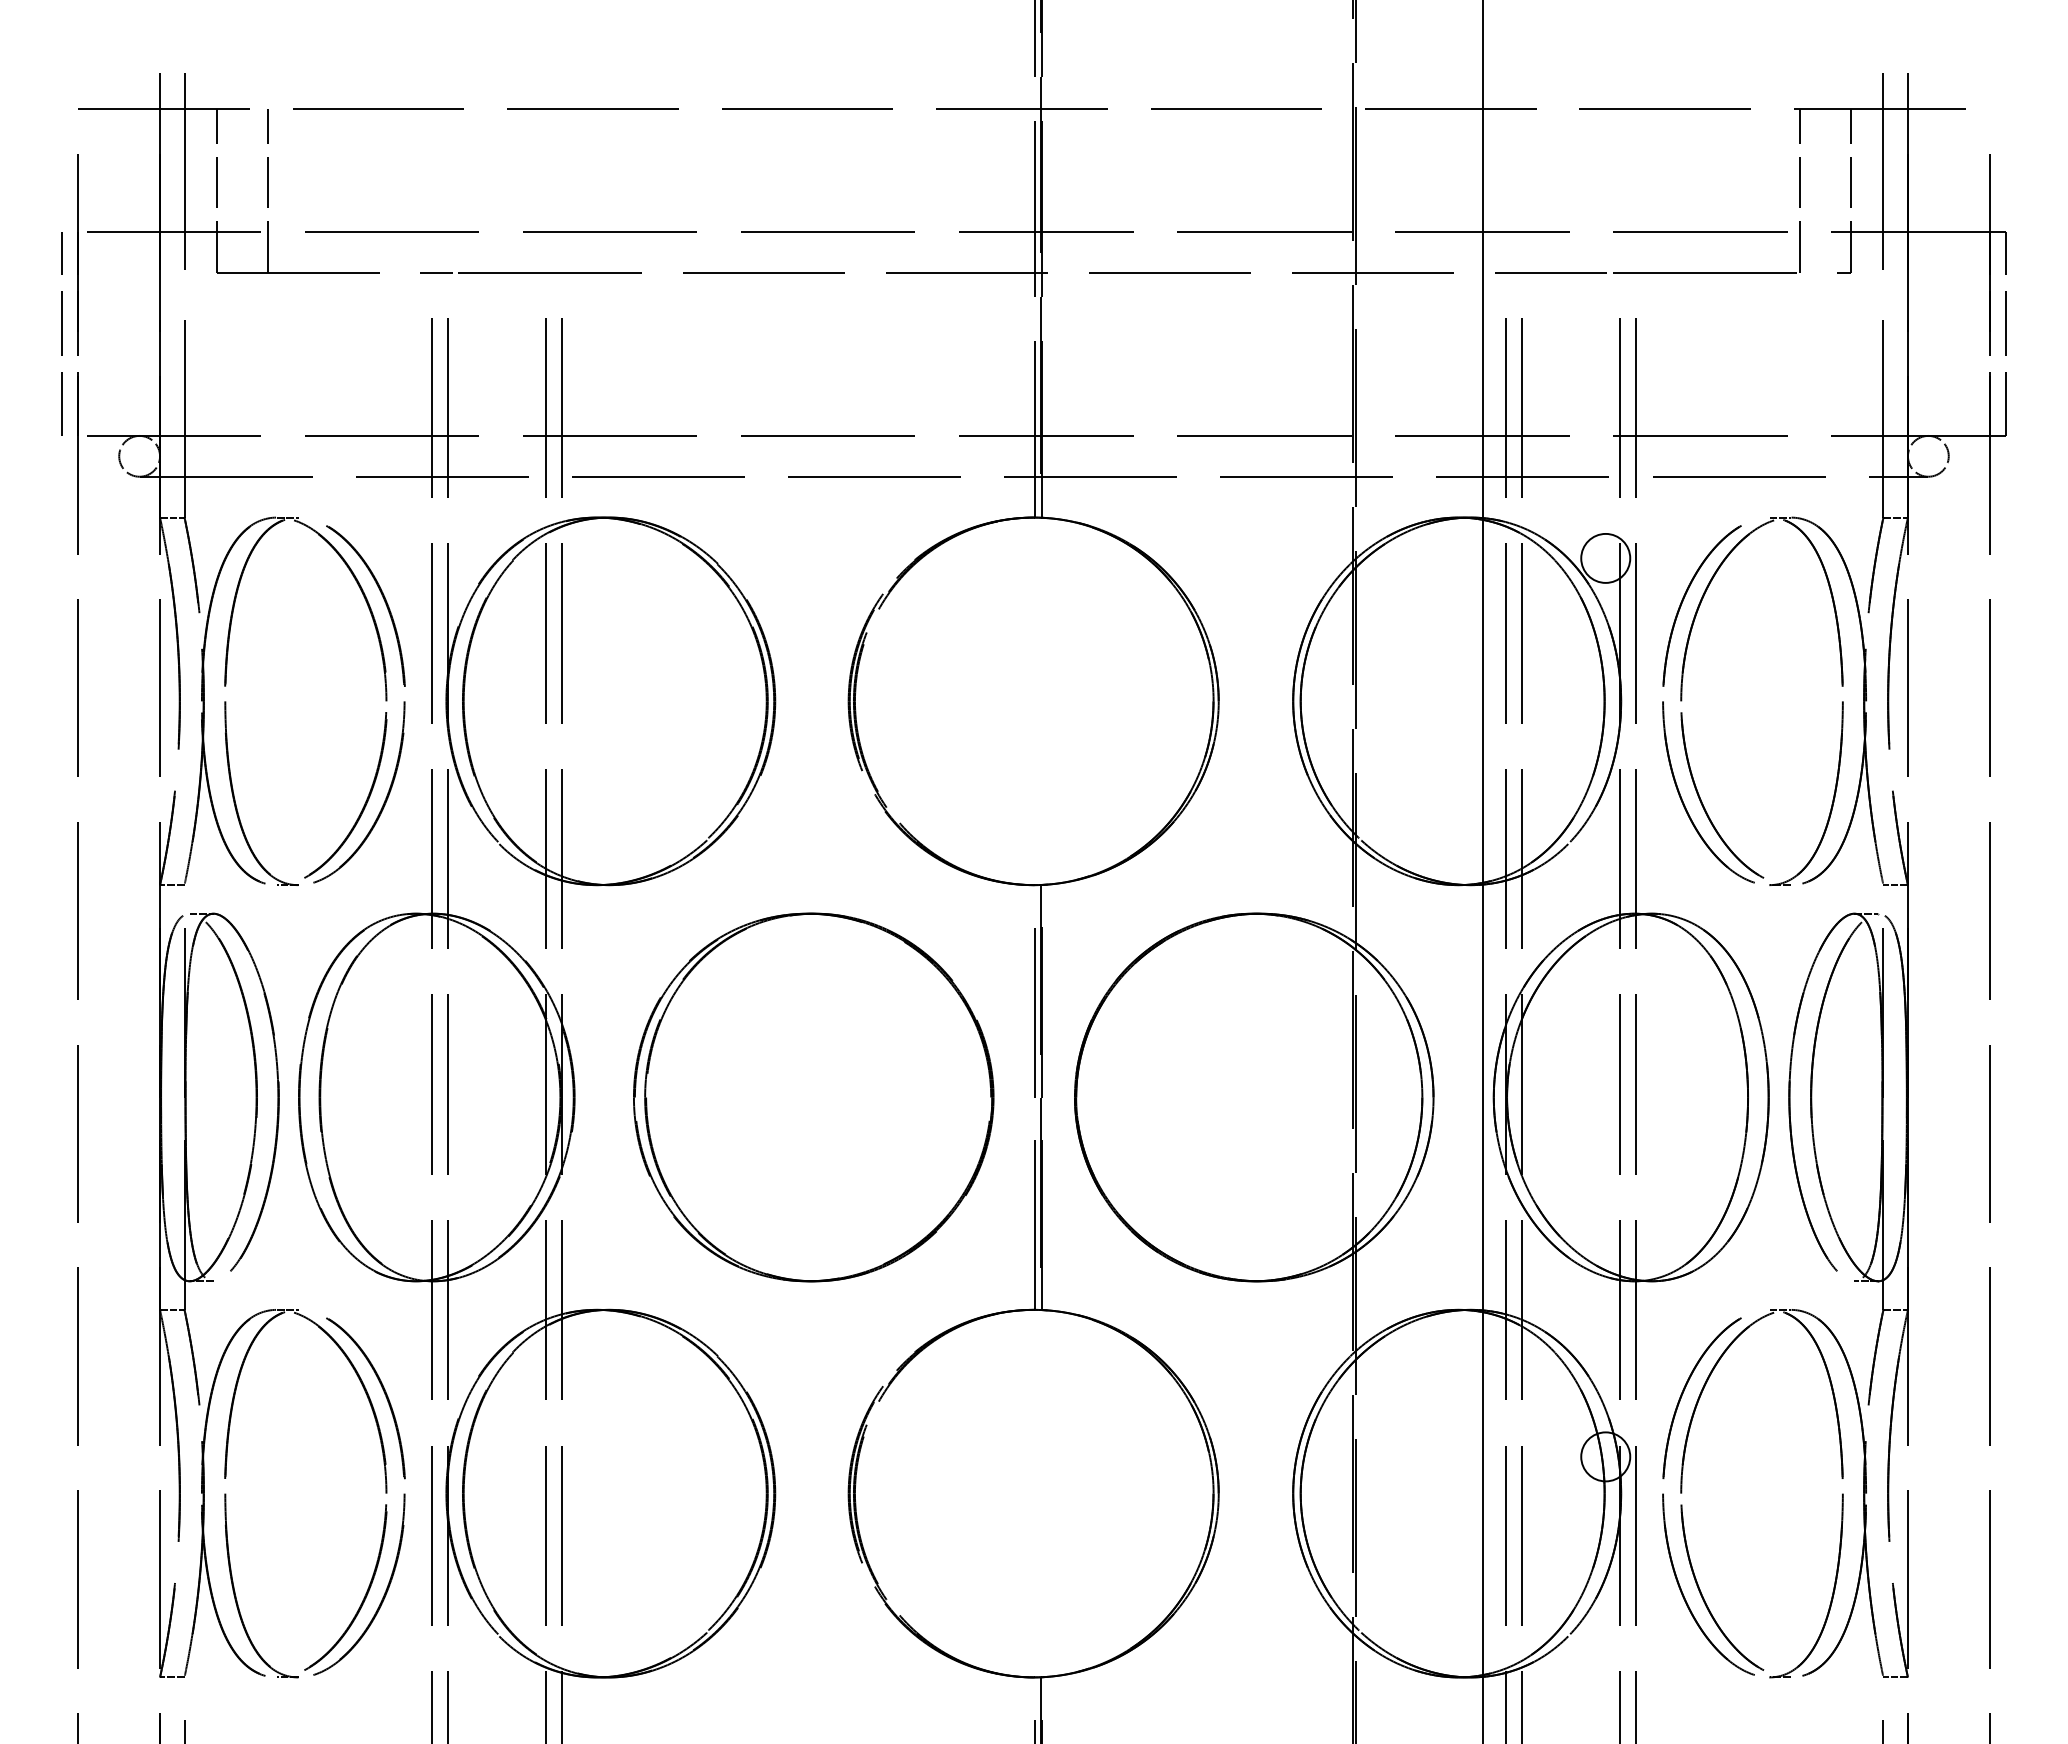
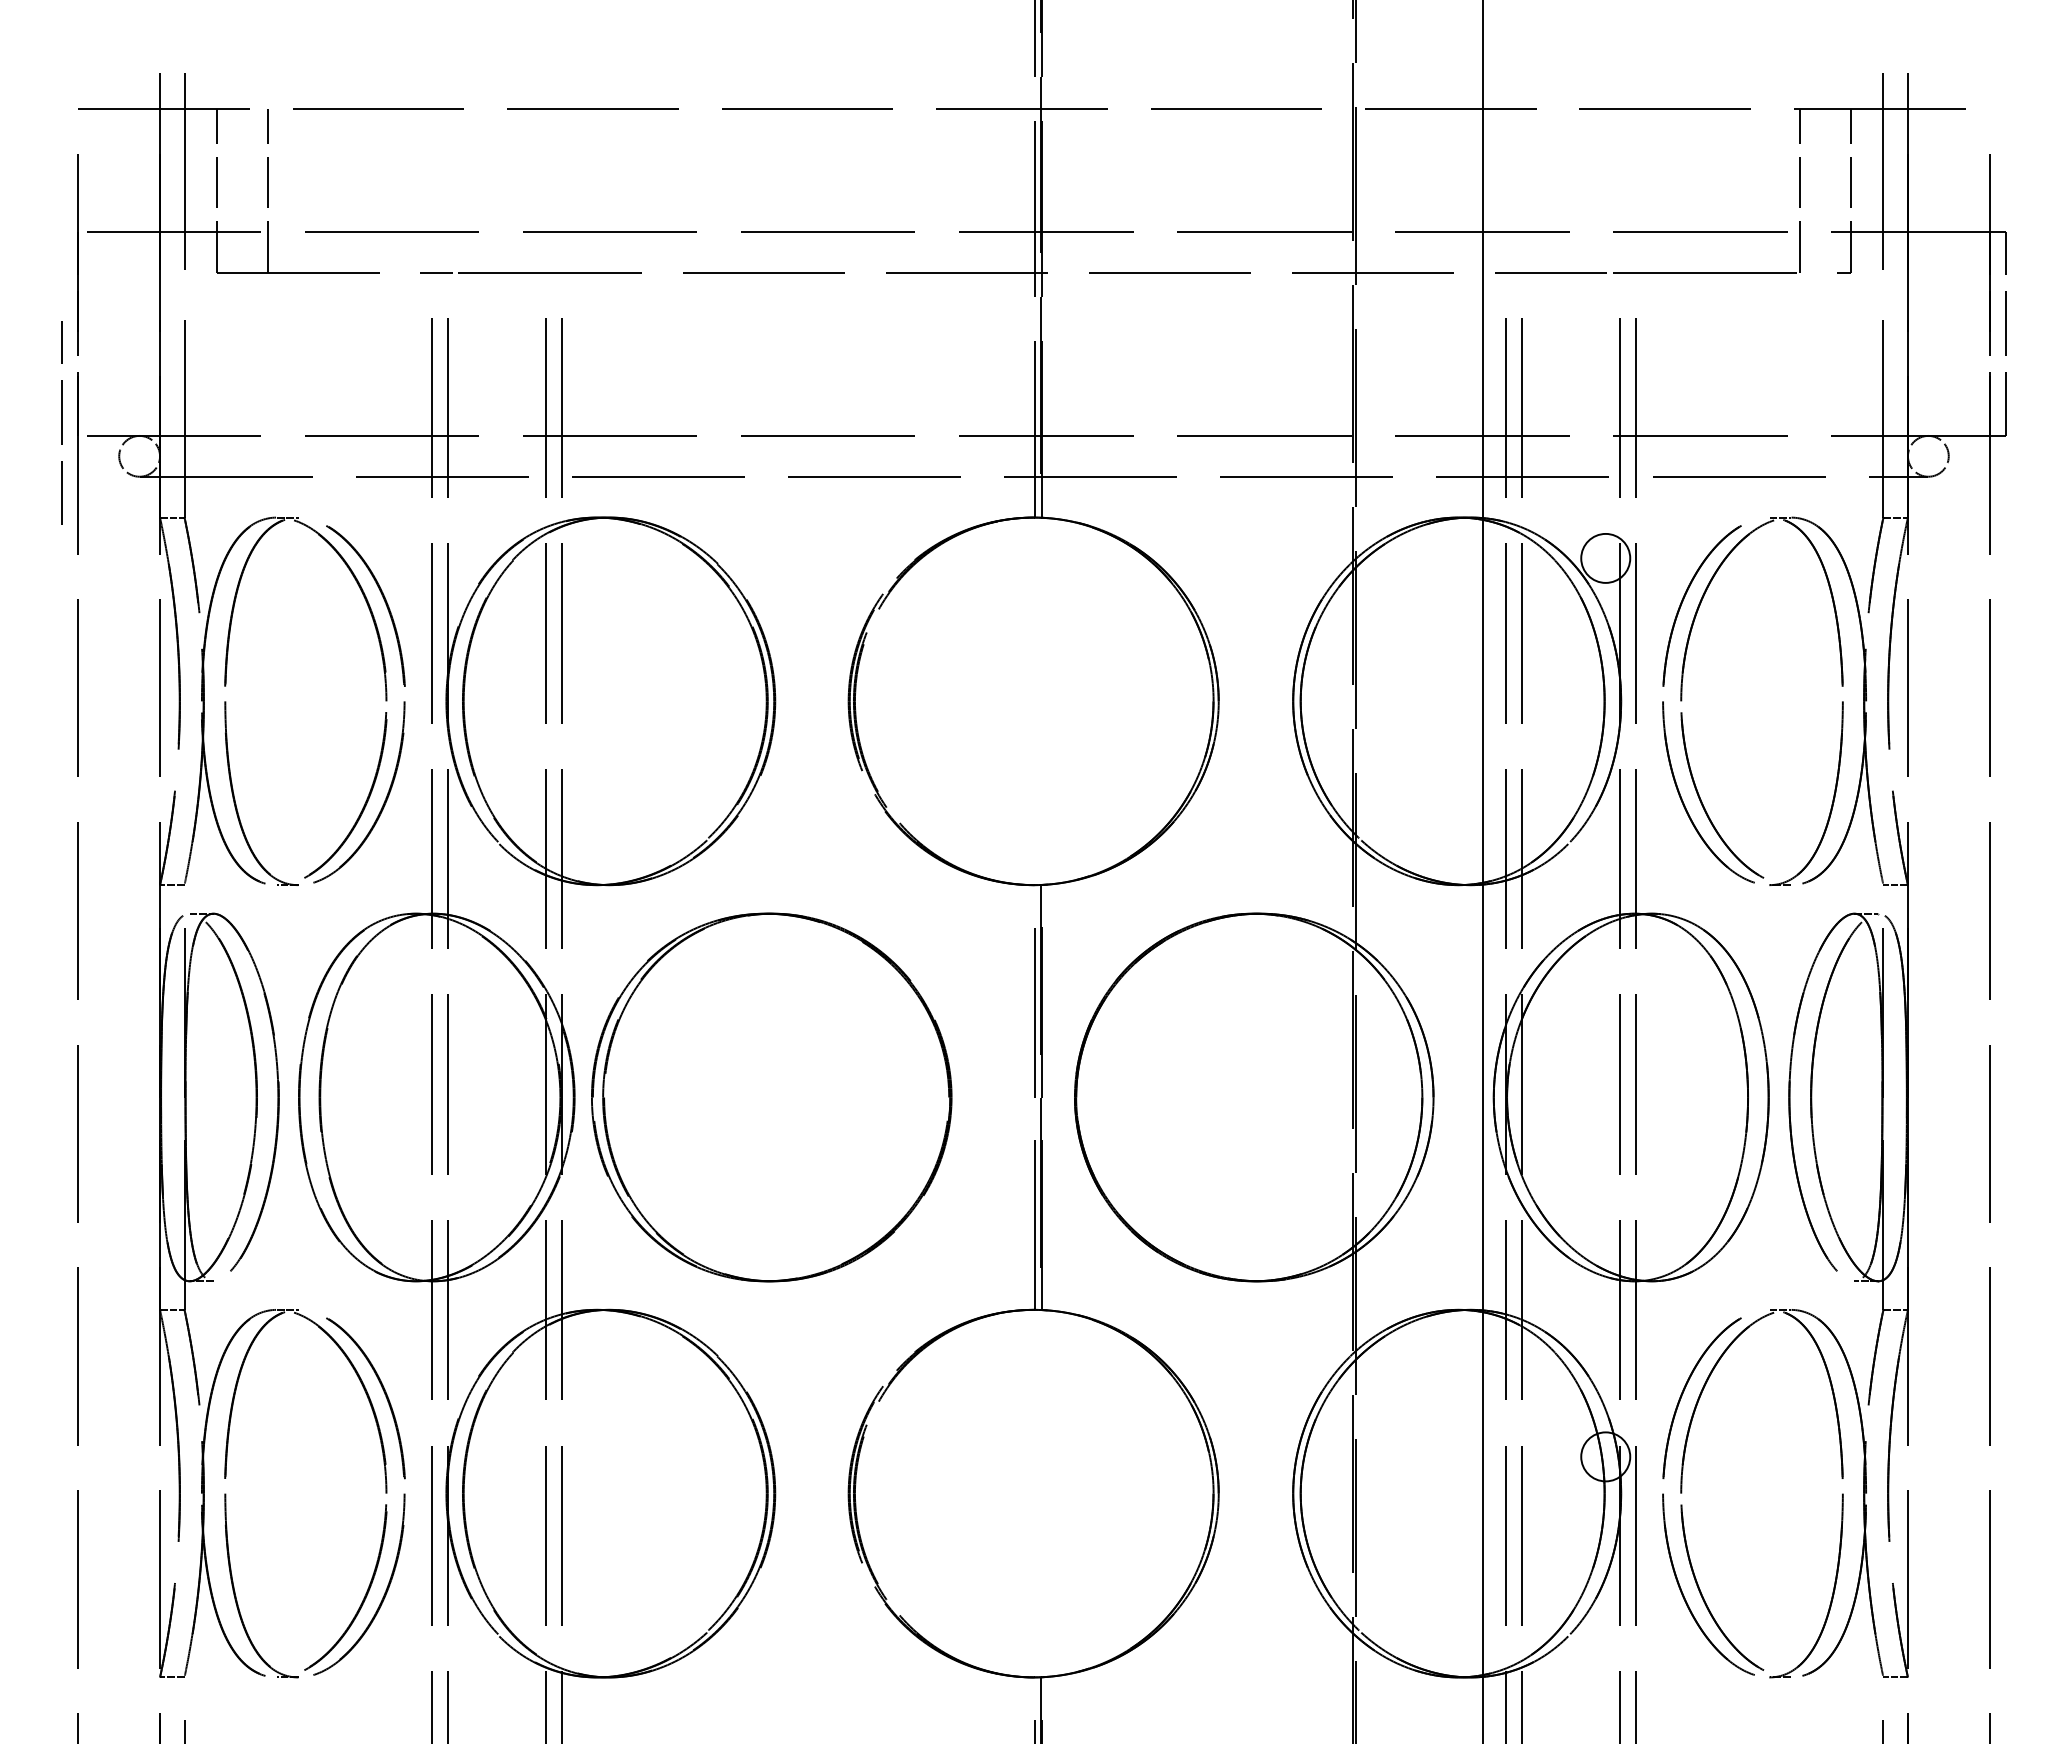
line at (61, 333) position: (61, 333) -> (61, 422)
part at (813, 1097) position: (813, 1097) -> (771, 1097)
